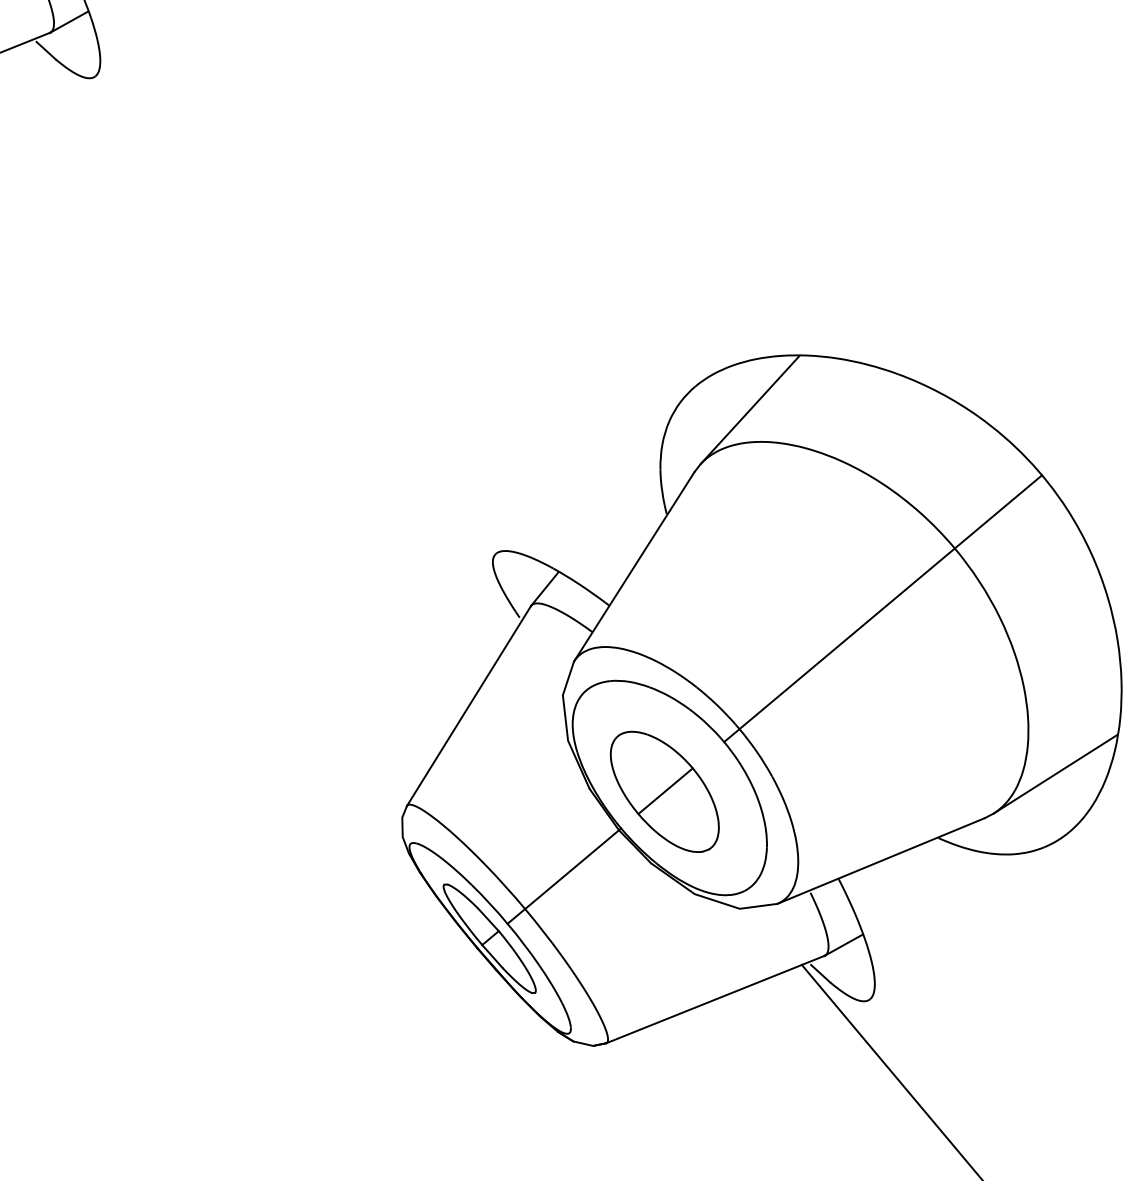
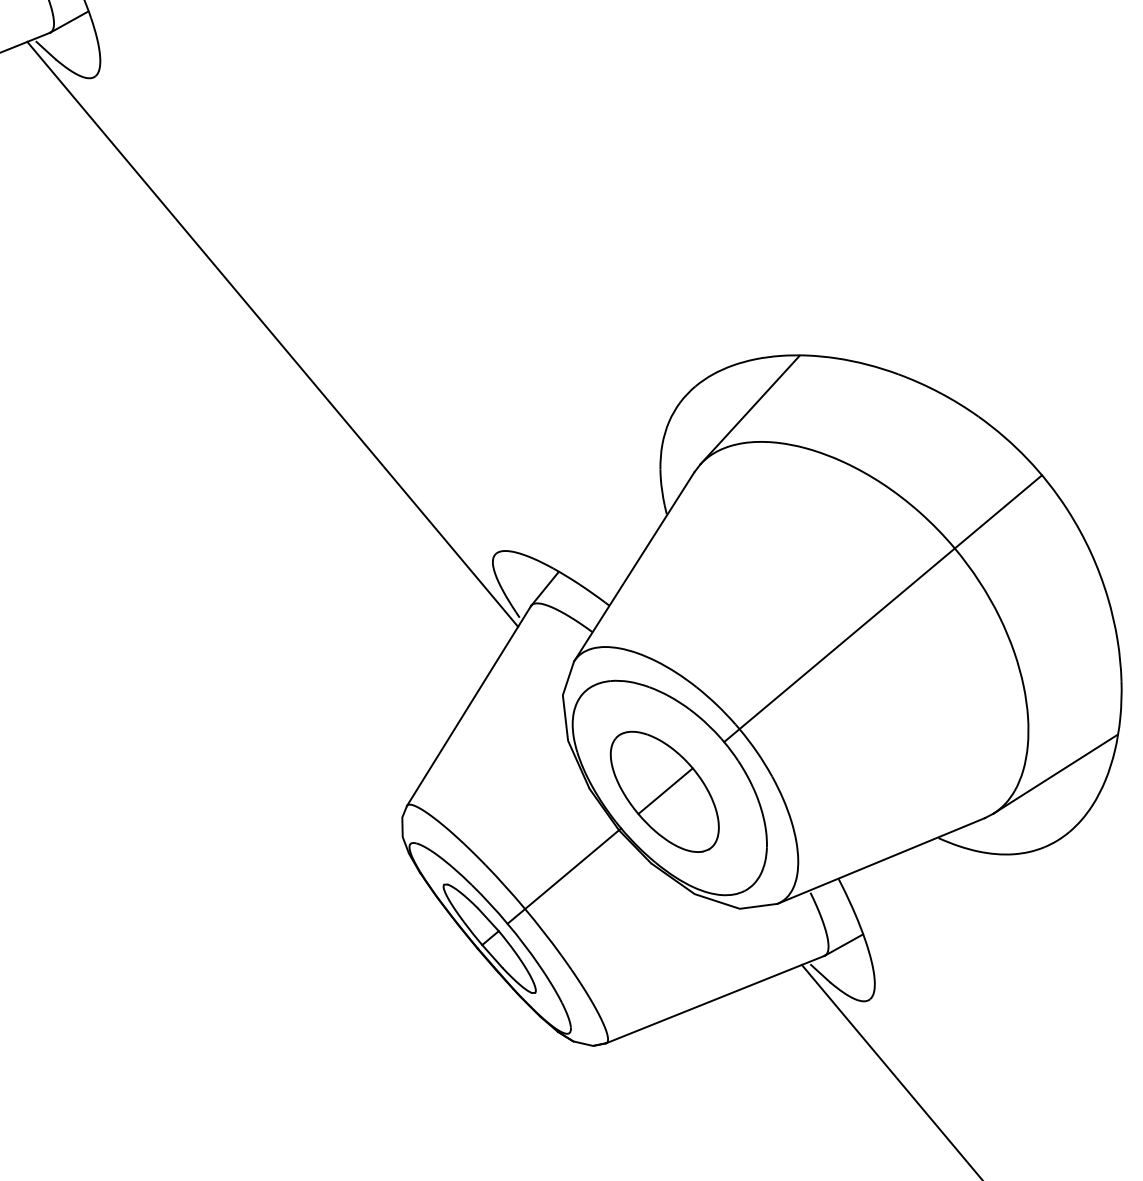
line at (272, 333): none -> present
